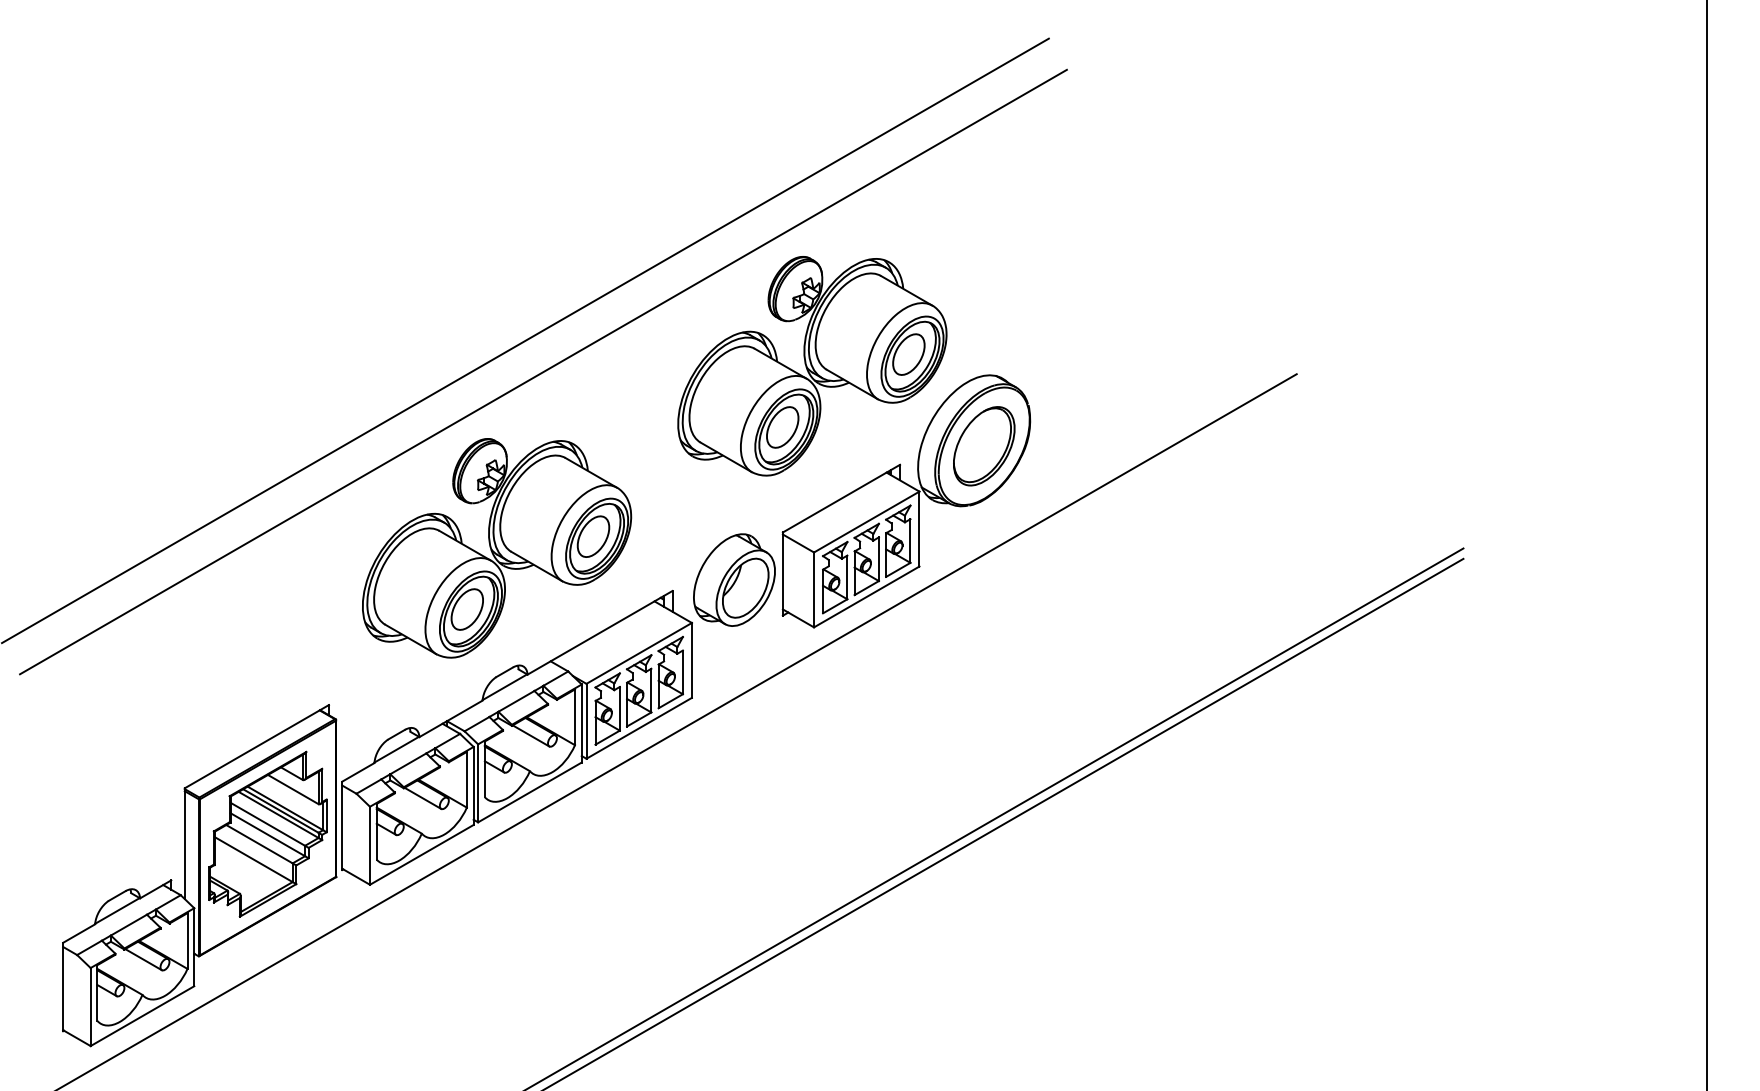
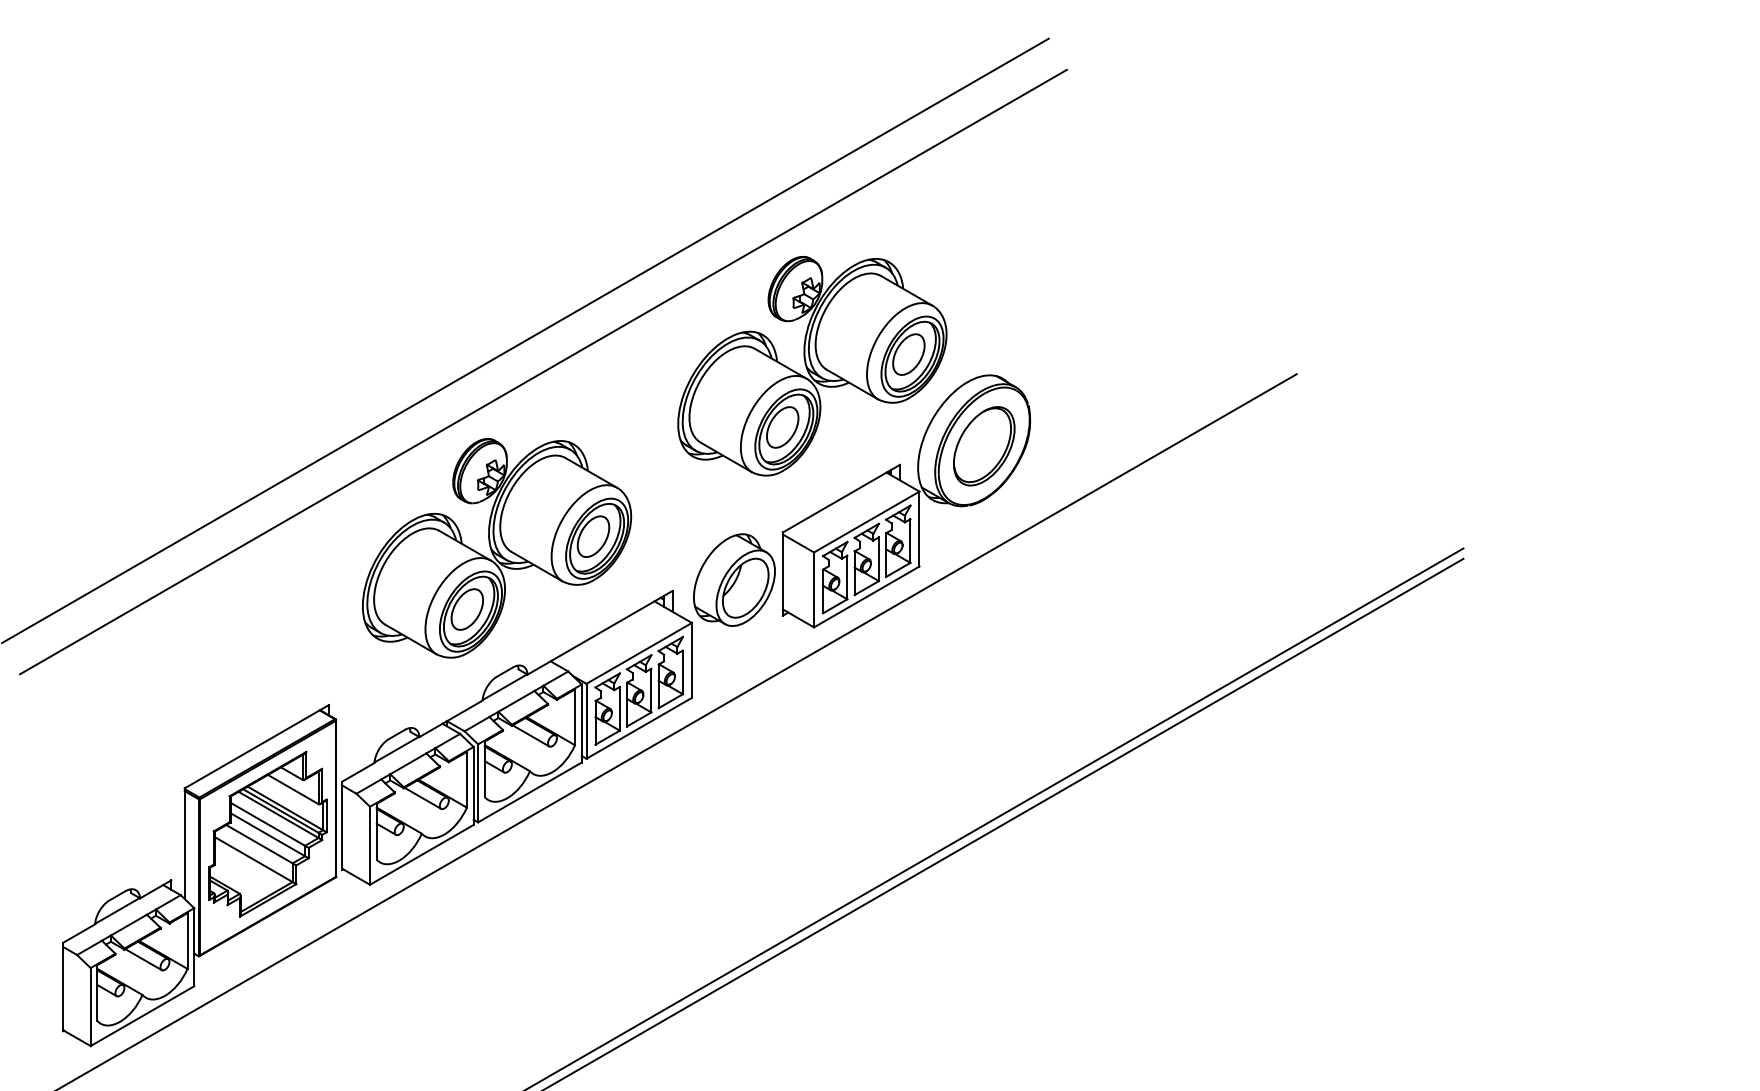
line at (1707, 544): present -> none
